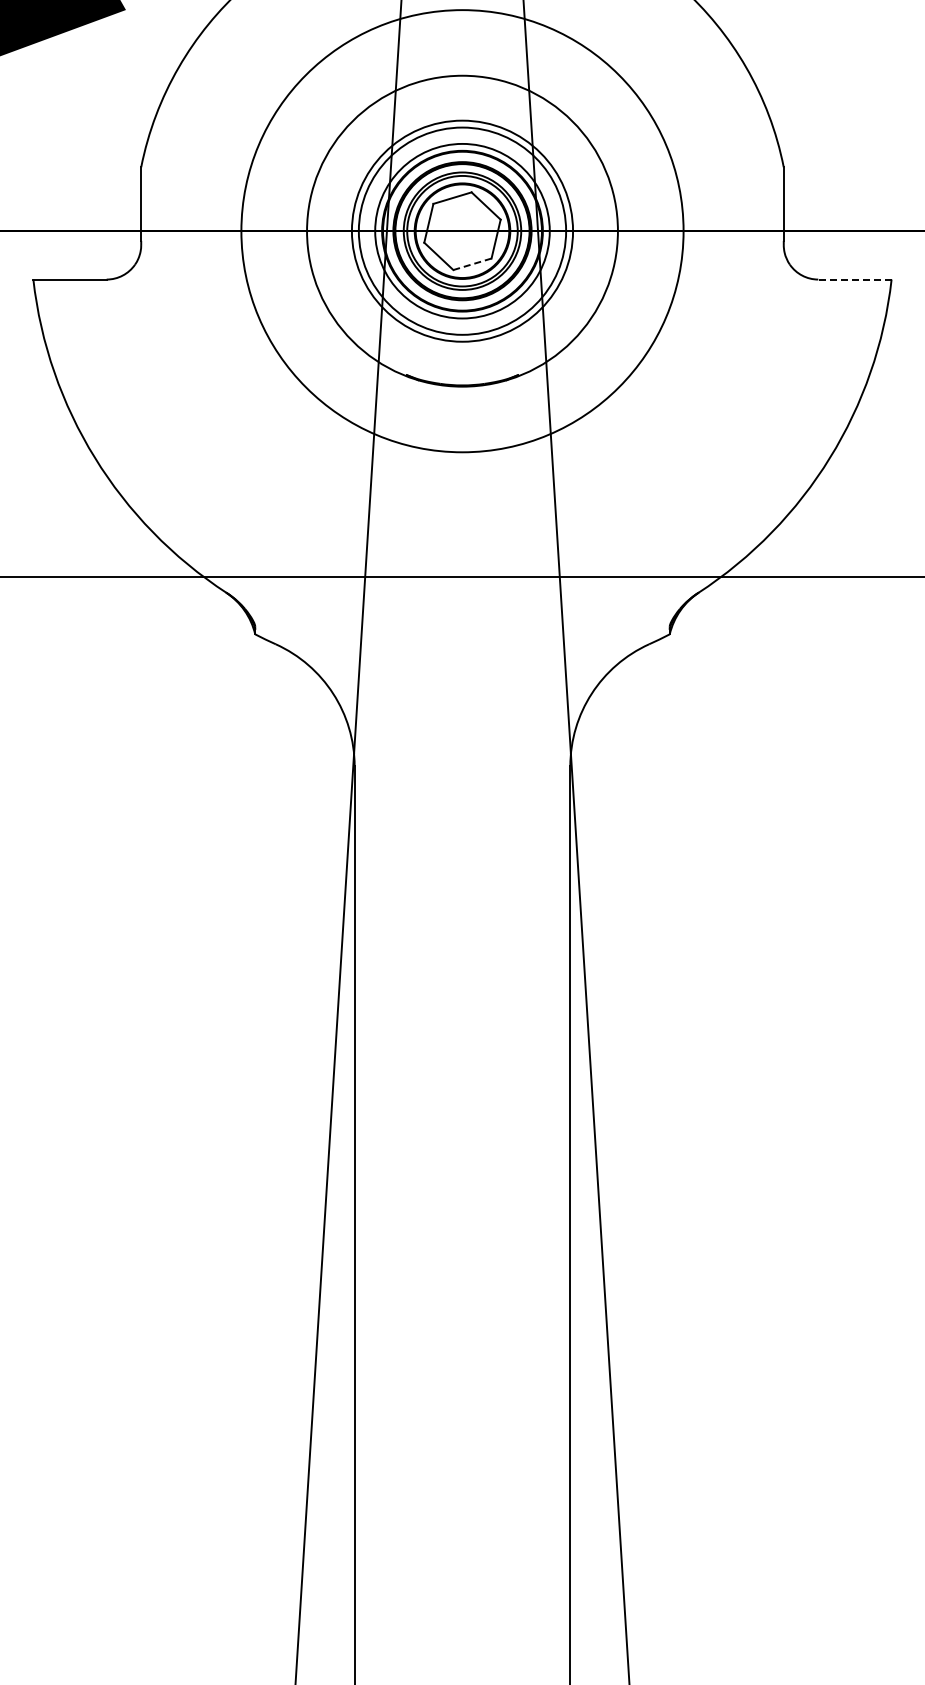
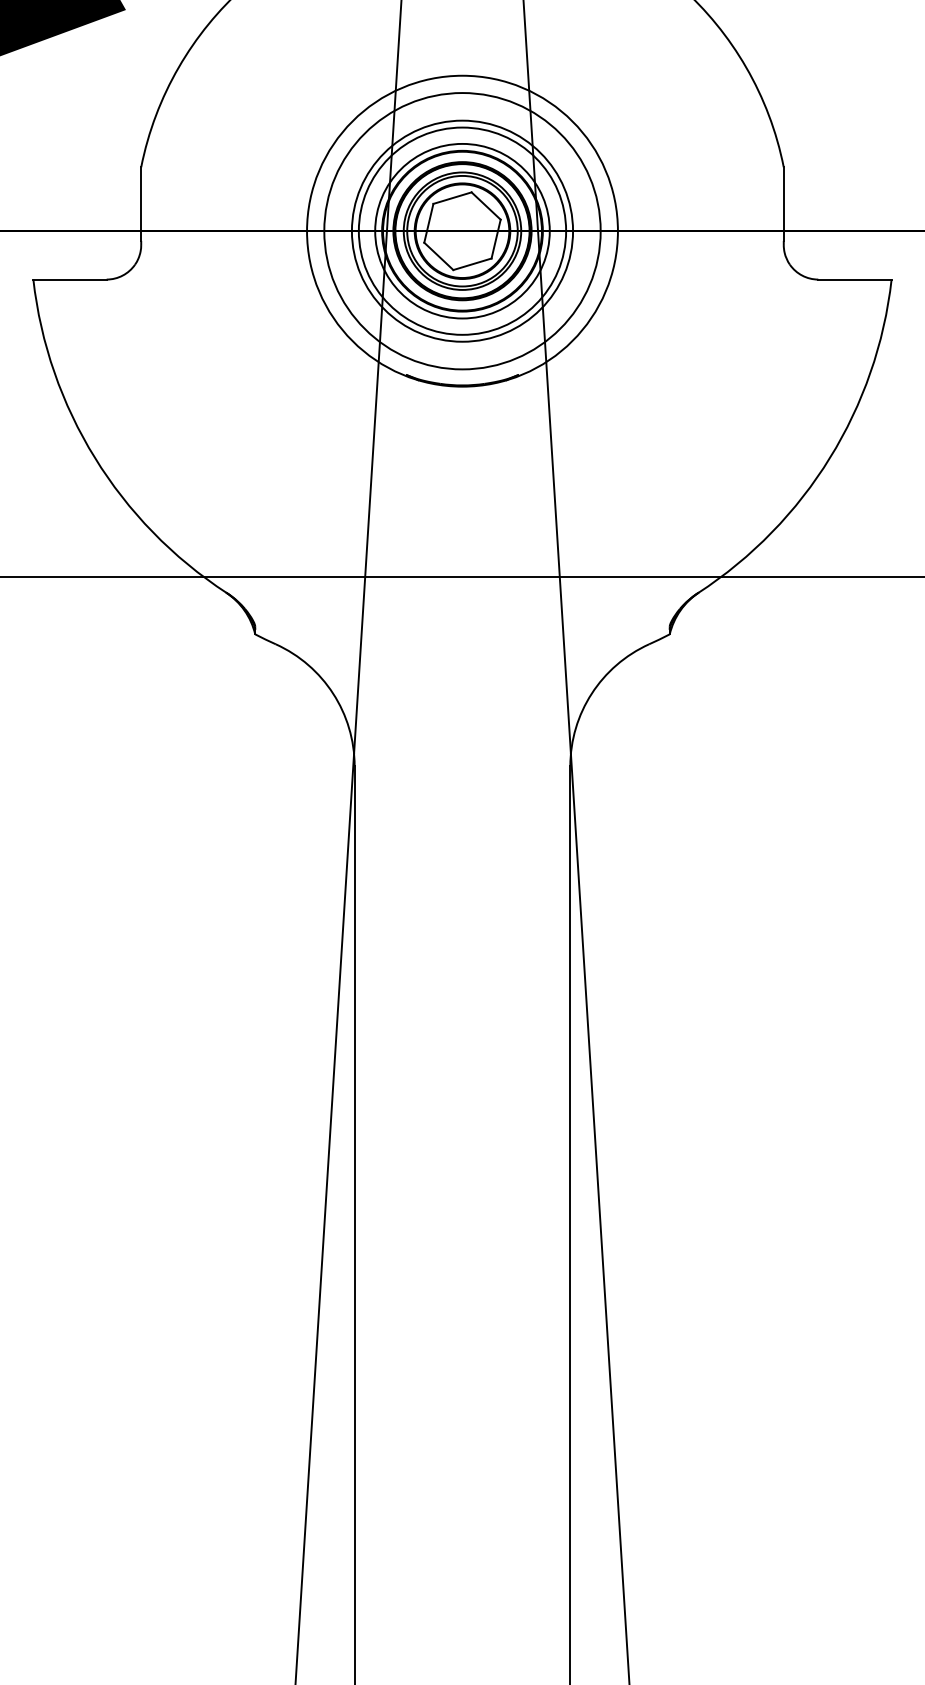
circle at (462, 231) diameter: 442 px -> 276 px
line at (472, 264): dashed -> solid
line at (854, 279): dashed -> solid
